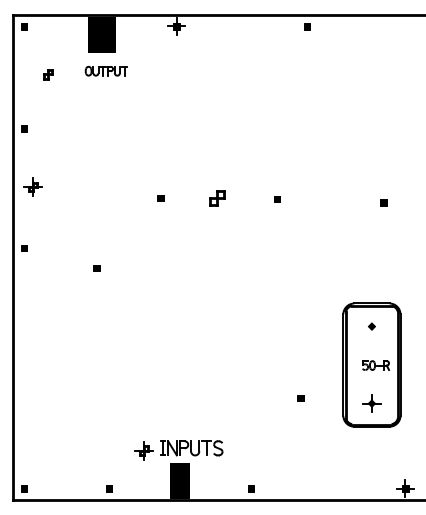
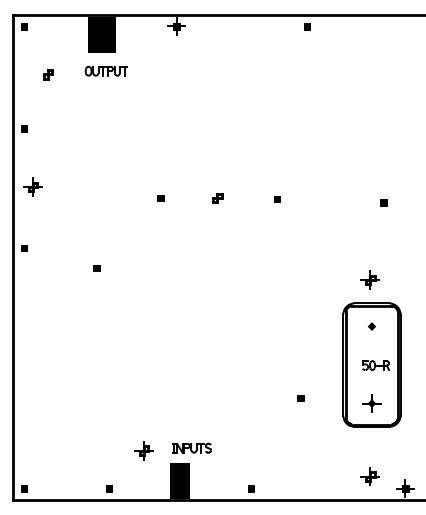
part at (217, 198) size: 17x17 px -> 12x11 px
part at (369, 279): none -> present
part at (191, 448) size: 64x17 px -> 40x12 px
part at (369, 476): none -> present
